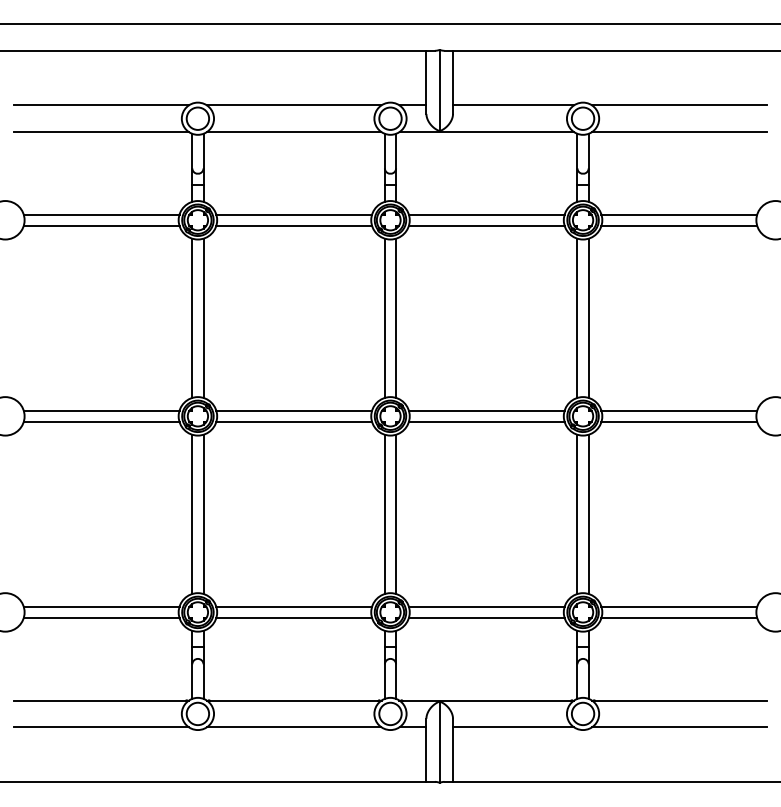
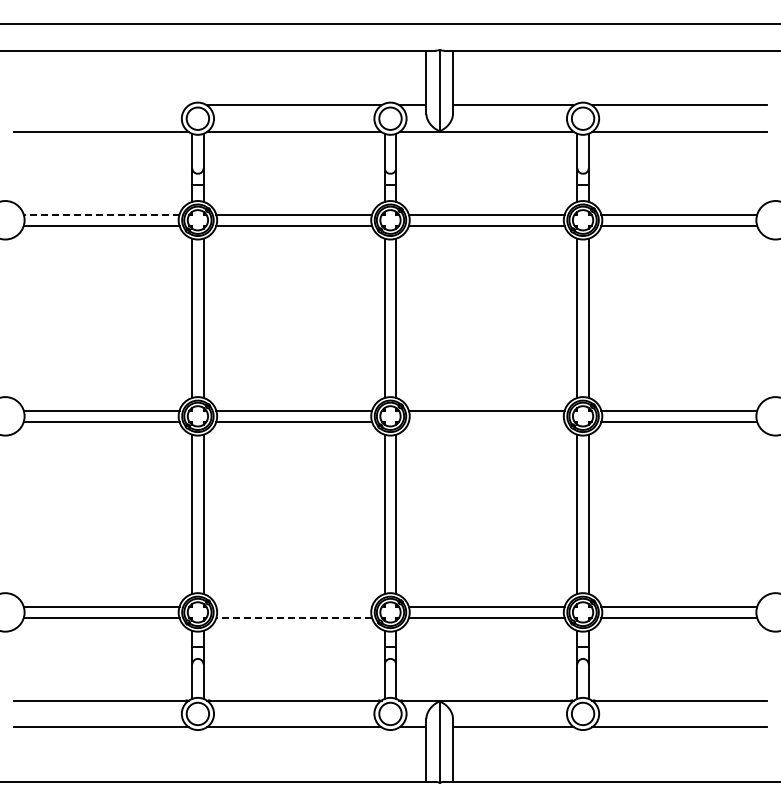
line at (101, 105): present -> none
line at (101, 214): solid -> dashed
line at (486, 421): present -> none
line at (294, 606): present -> none
line at (294, 618): solid -> dashed
